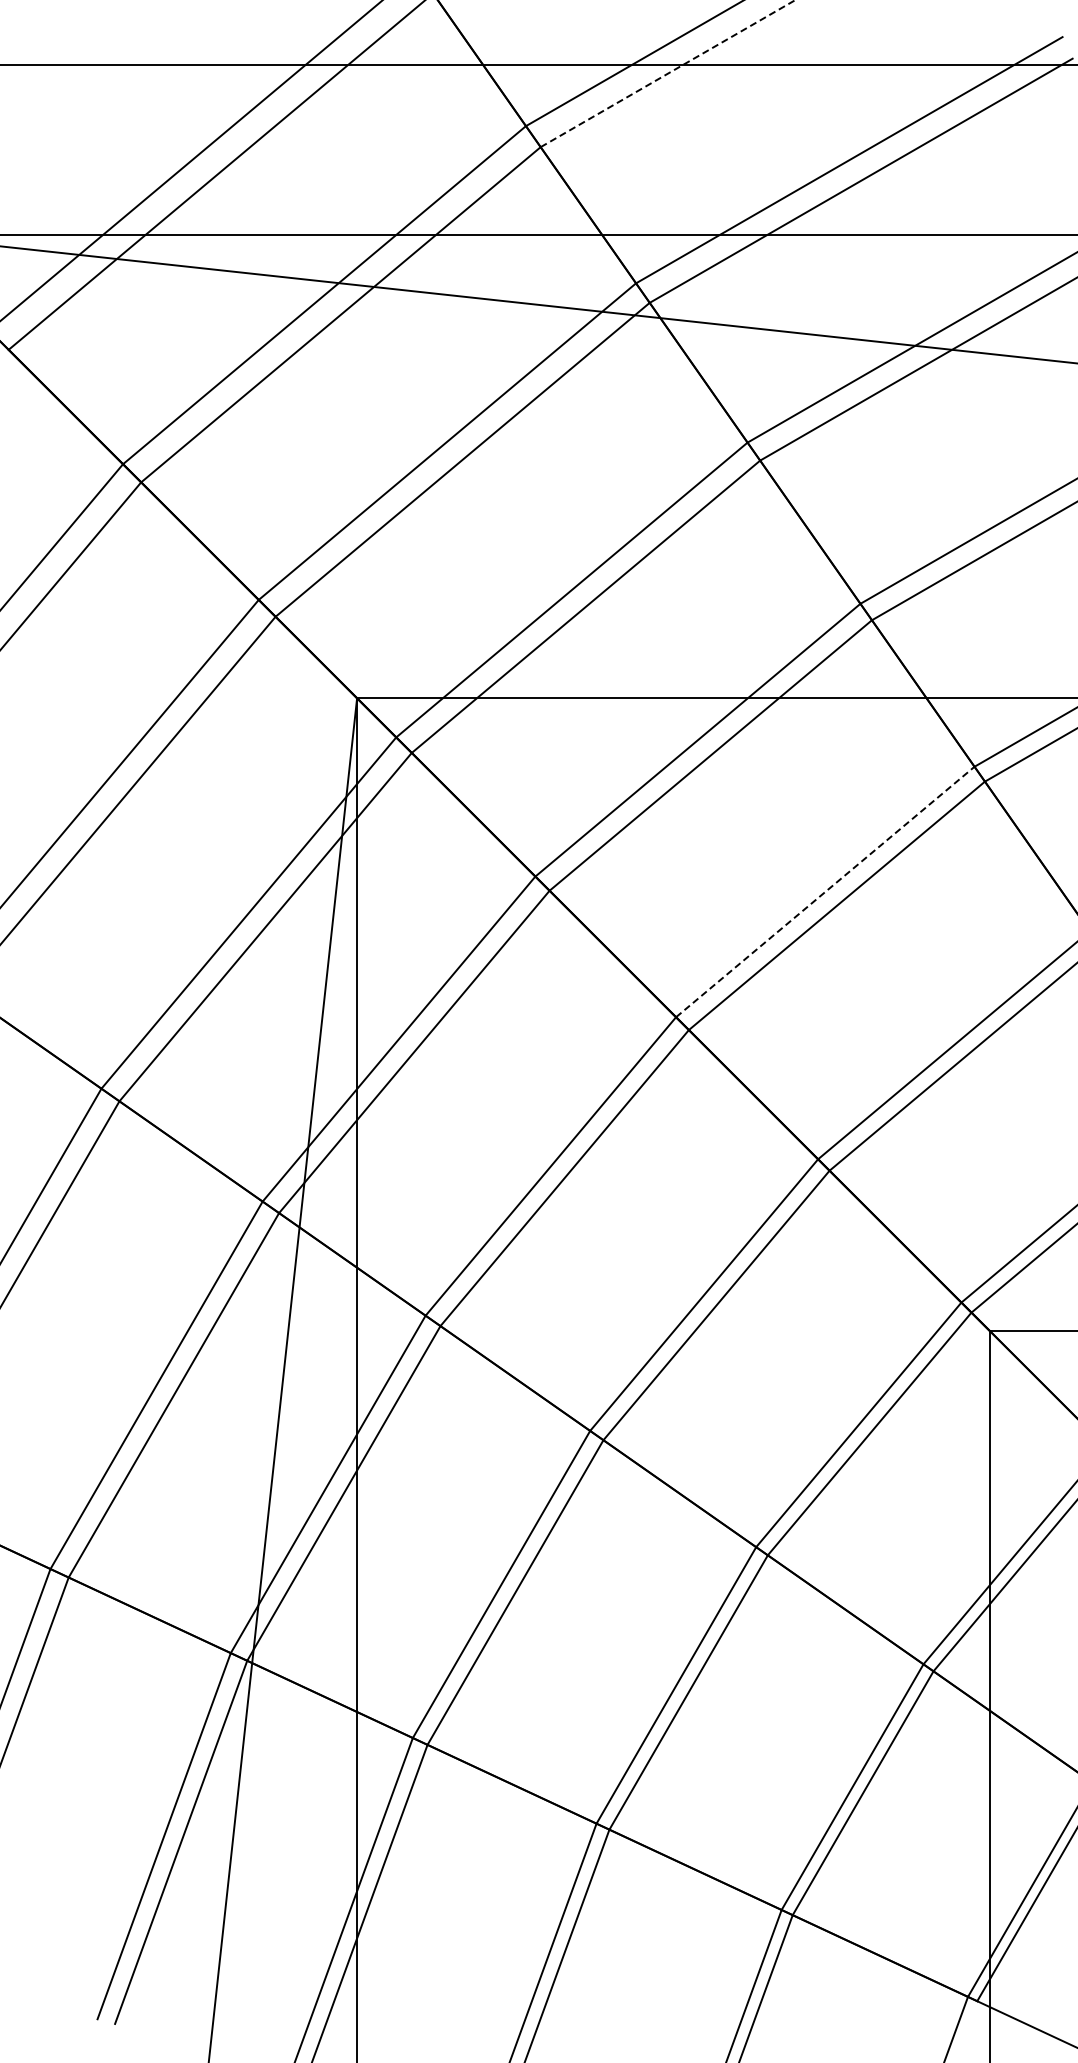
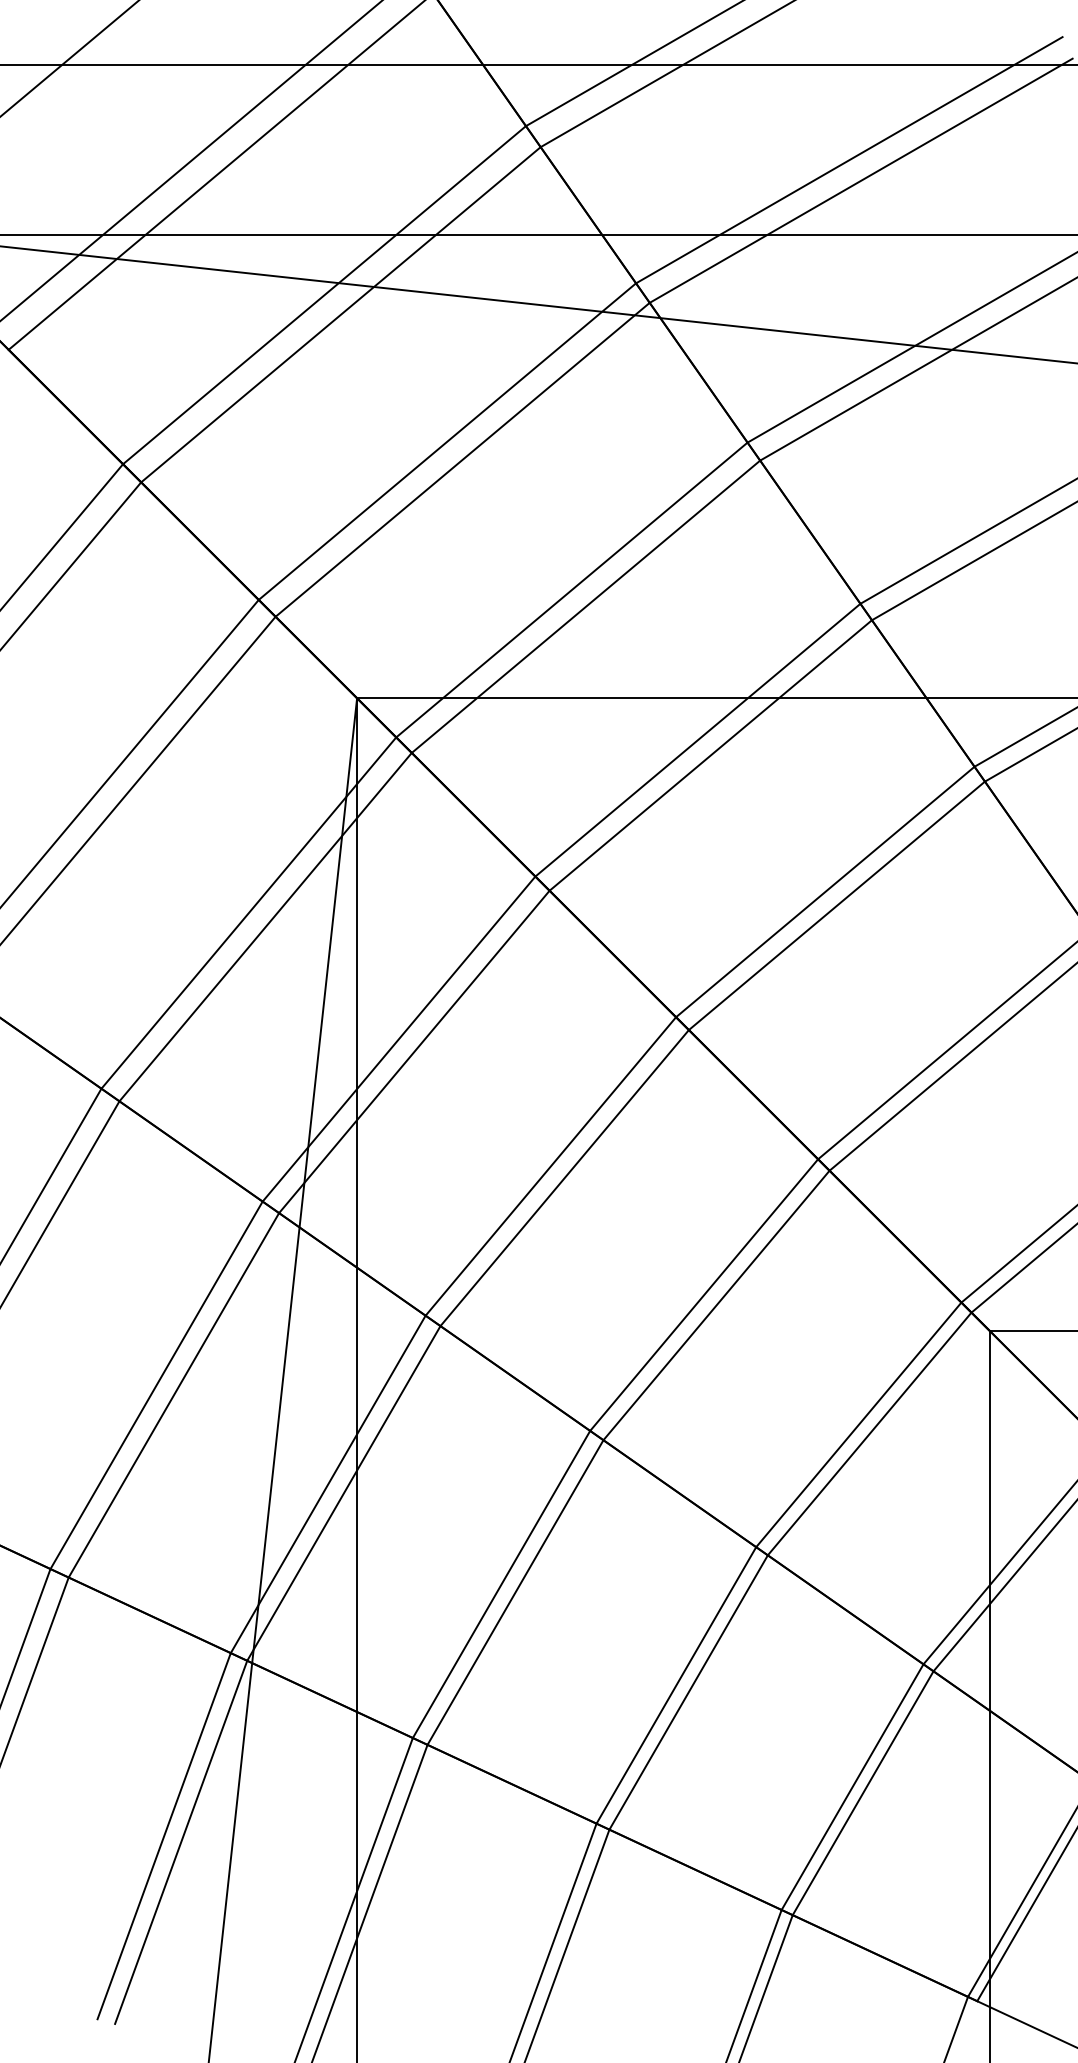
line at (69, 58): none -> present
line at (667, 73): dashed -> solid
line at (825, 892): dashed -> solid
